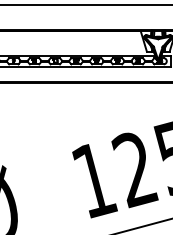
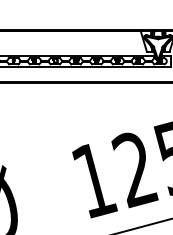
line at (85, 5): present -> none
